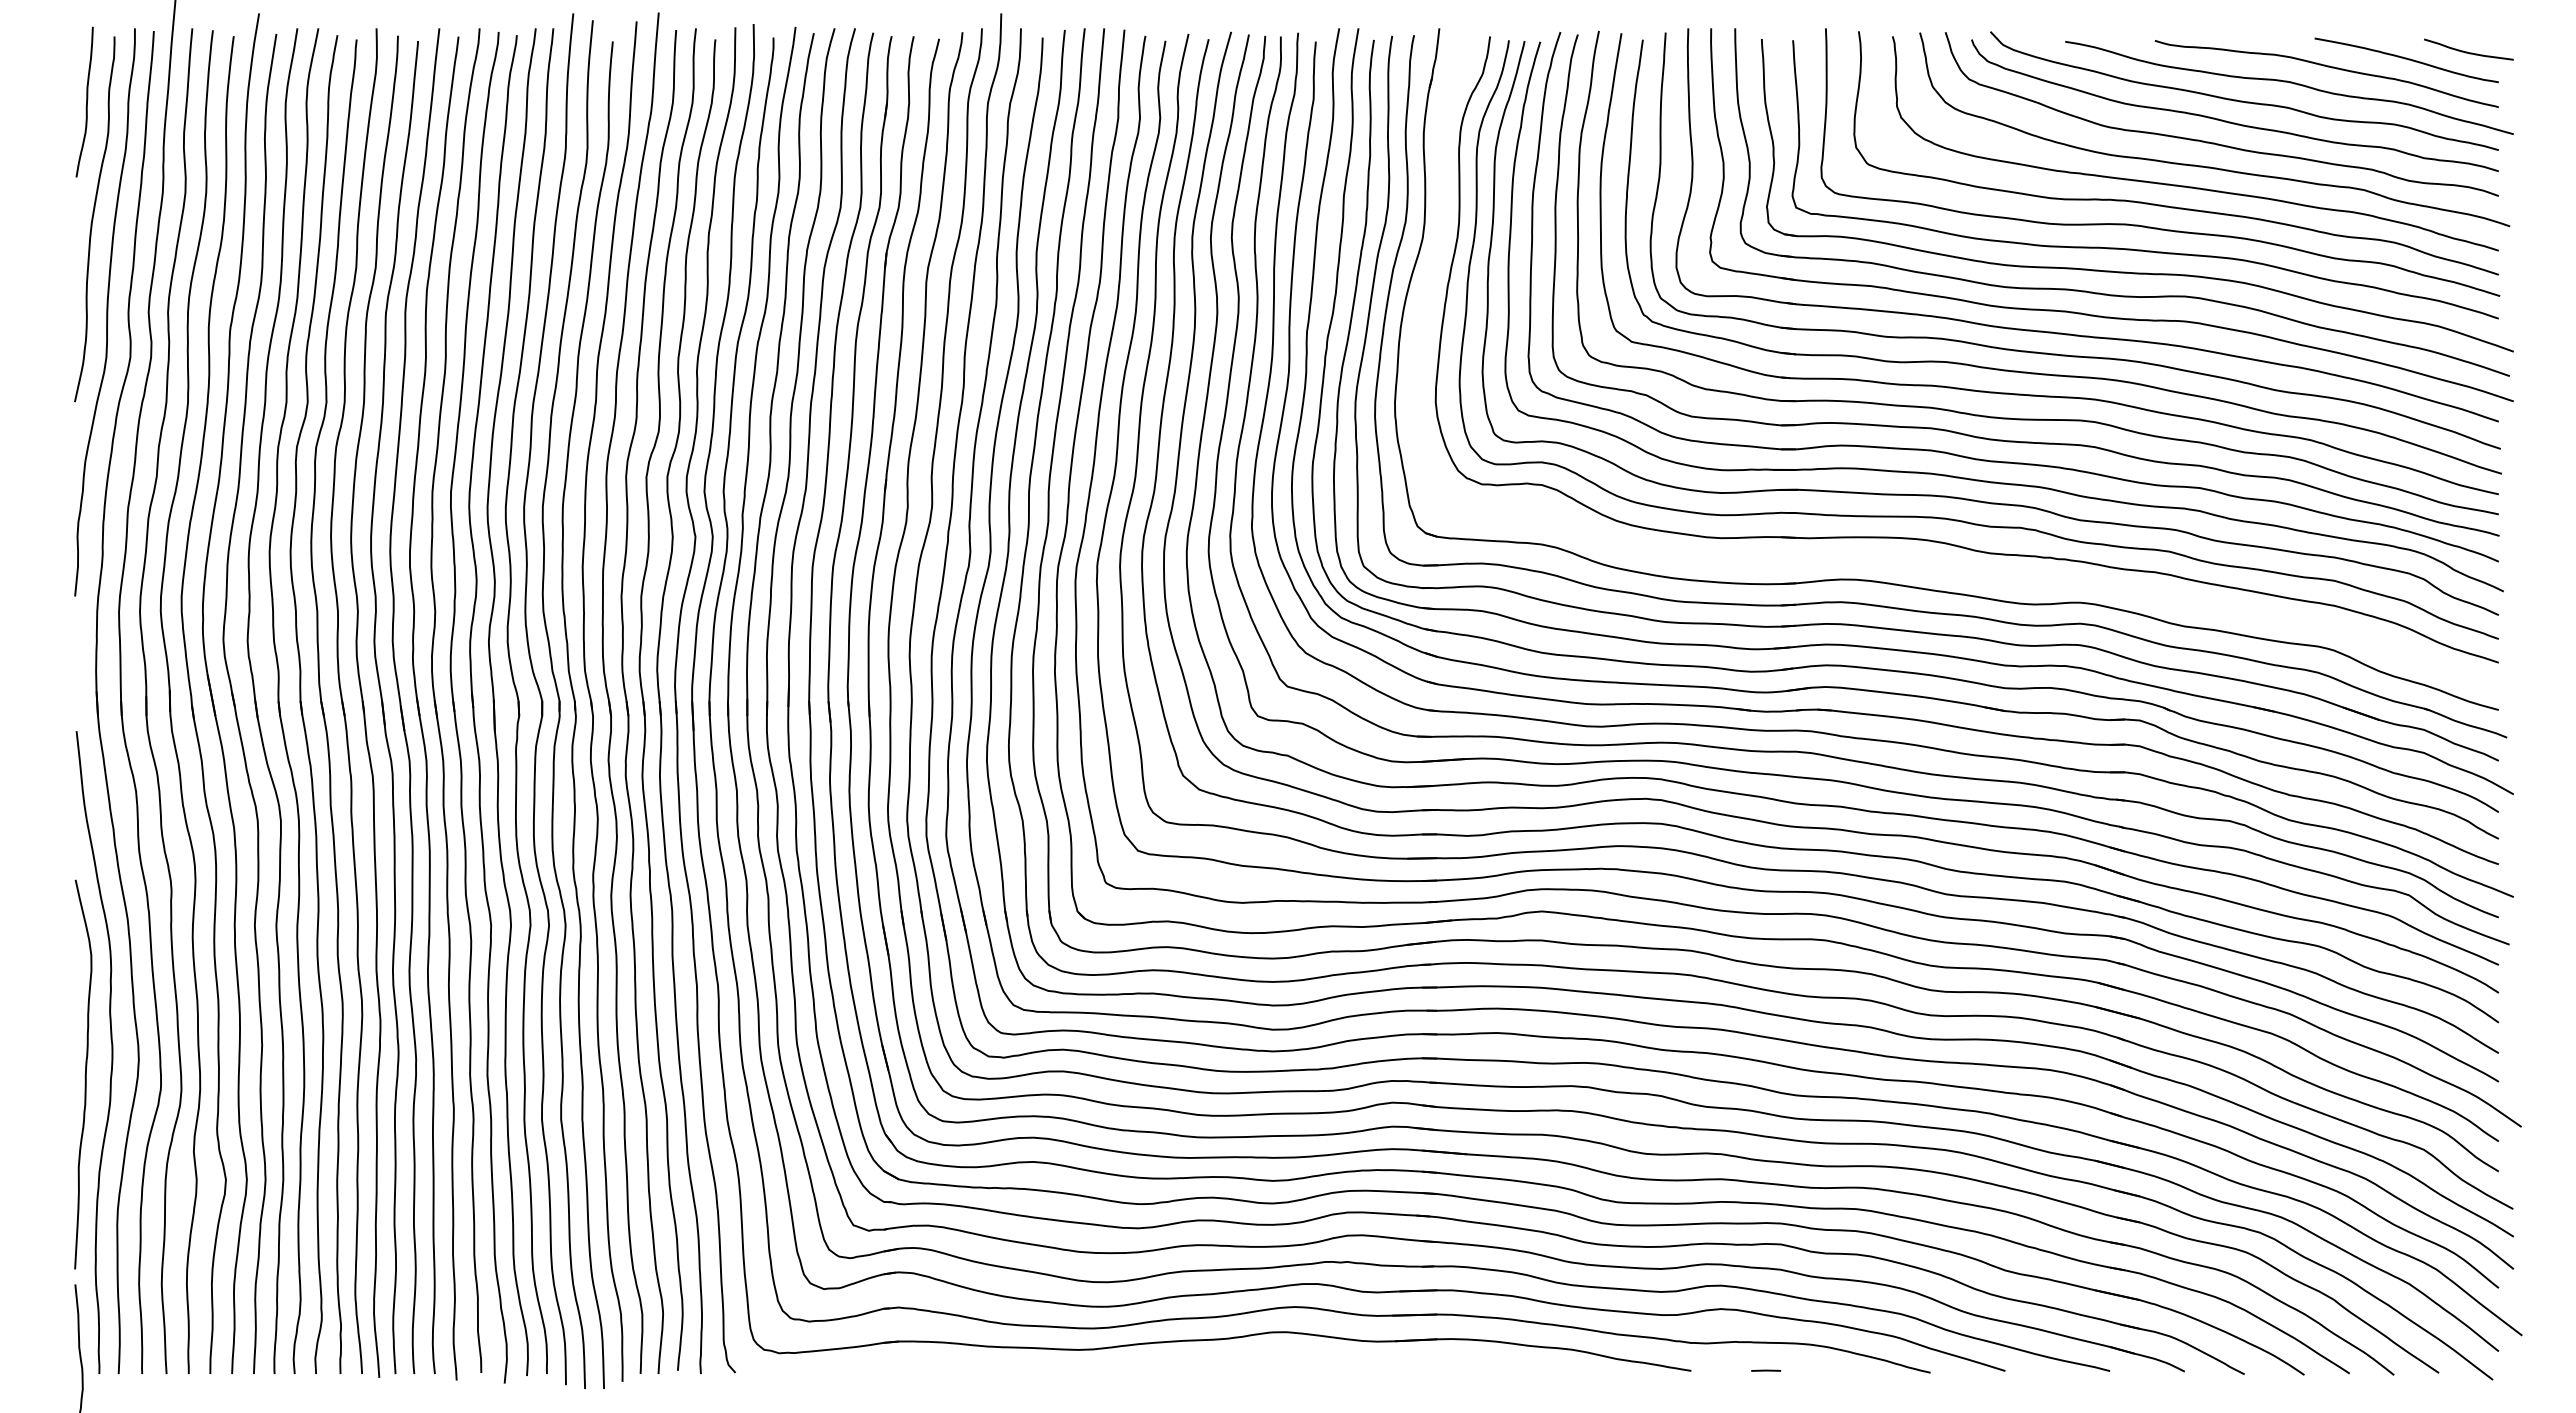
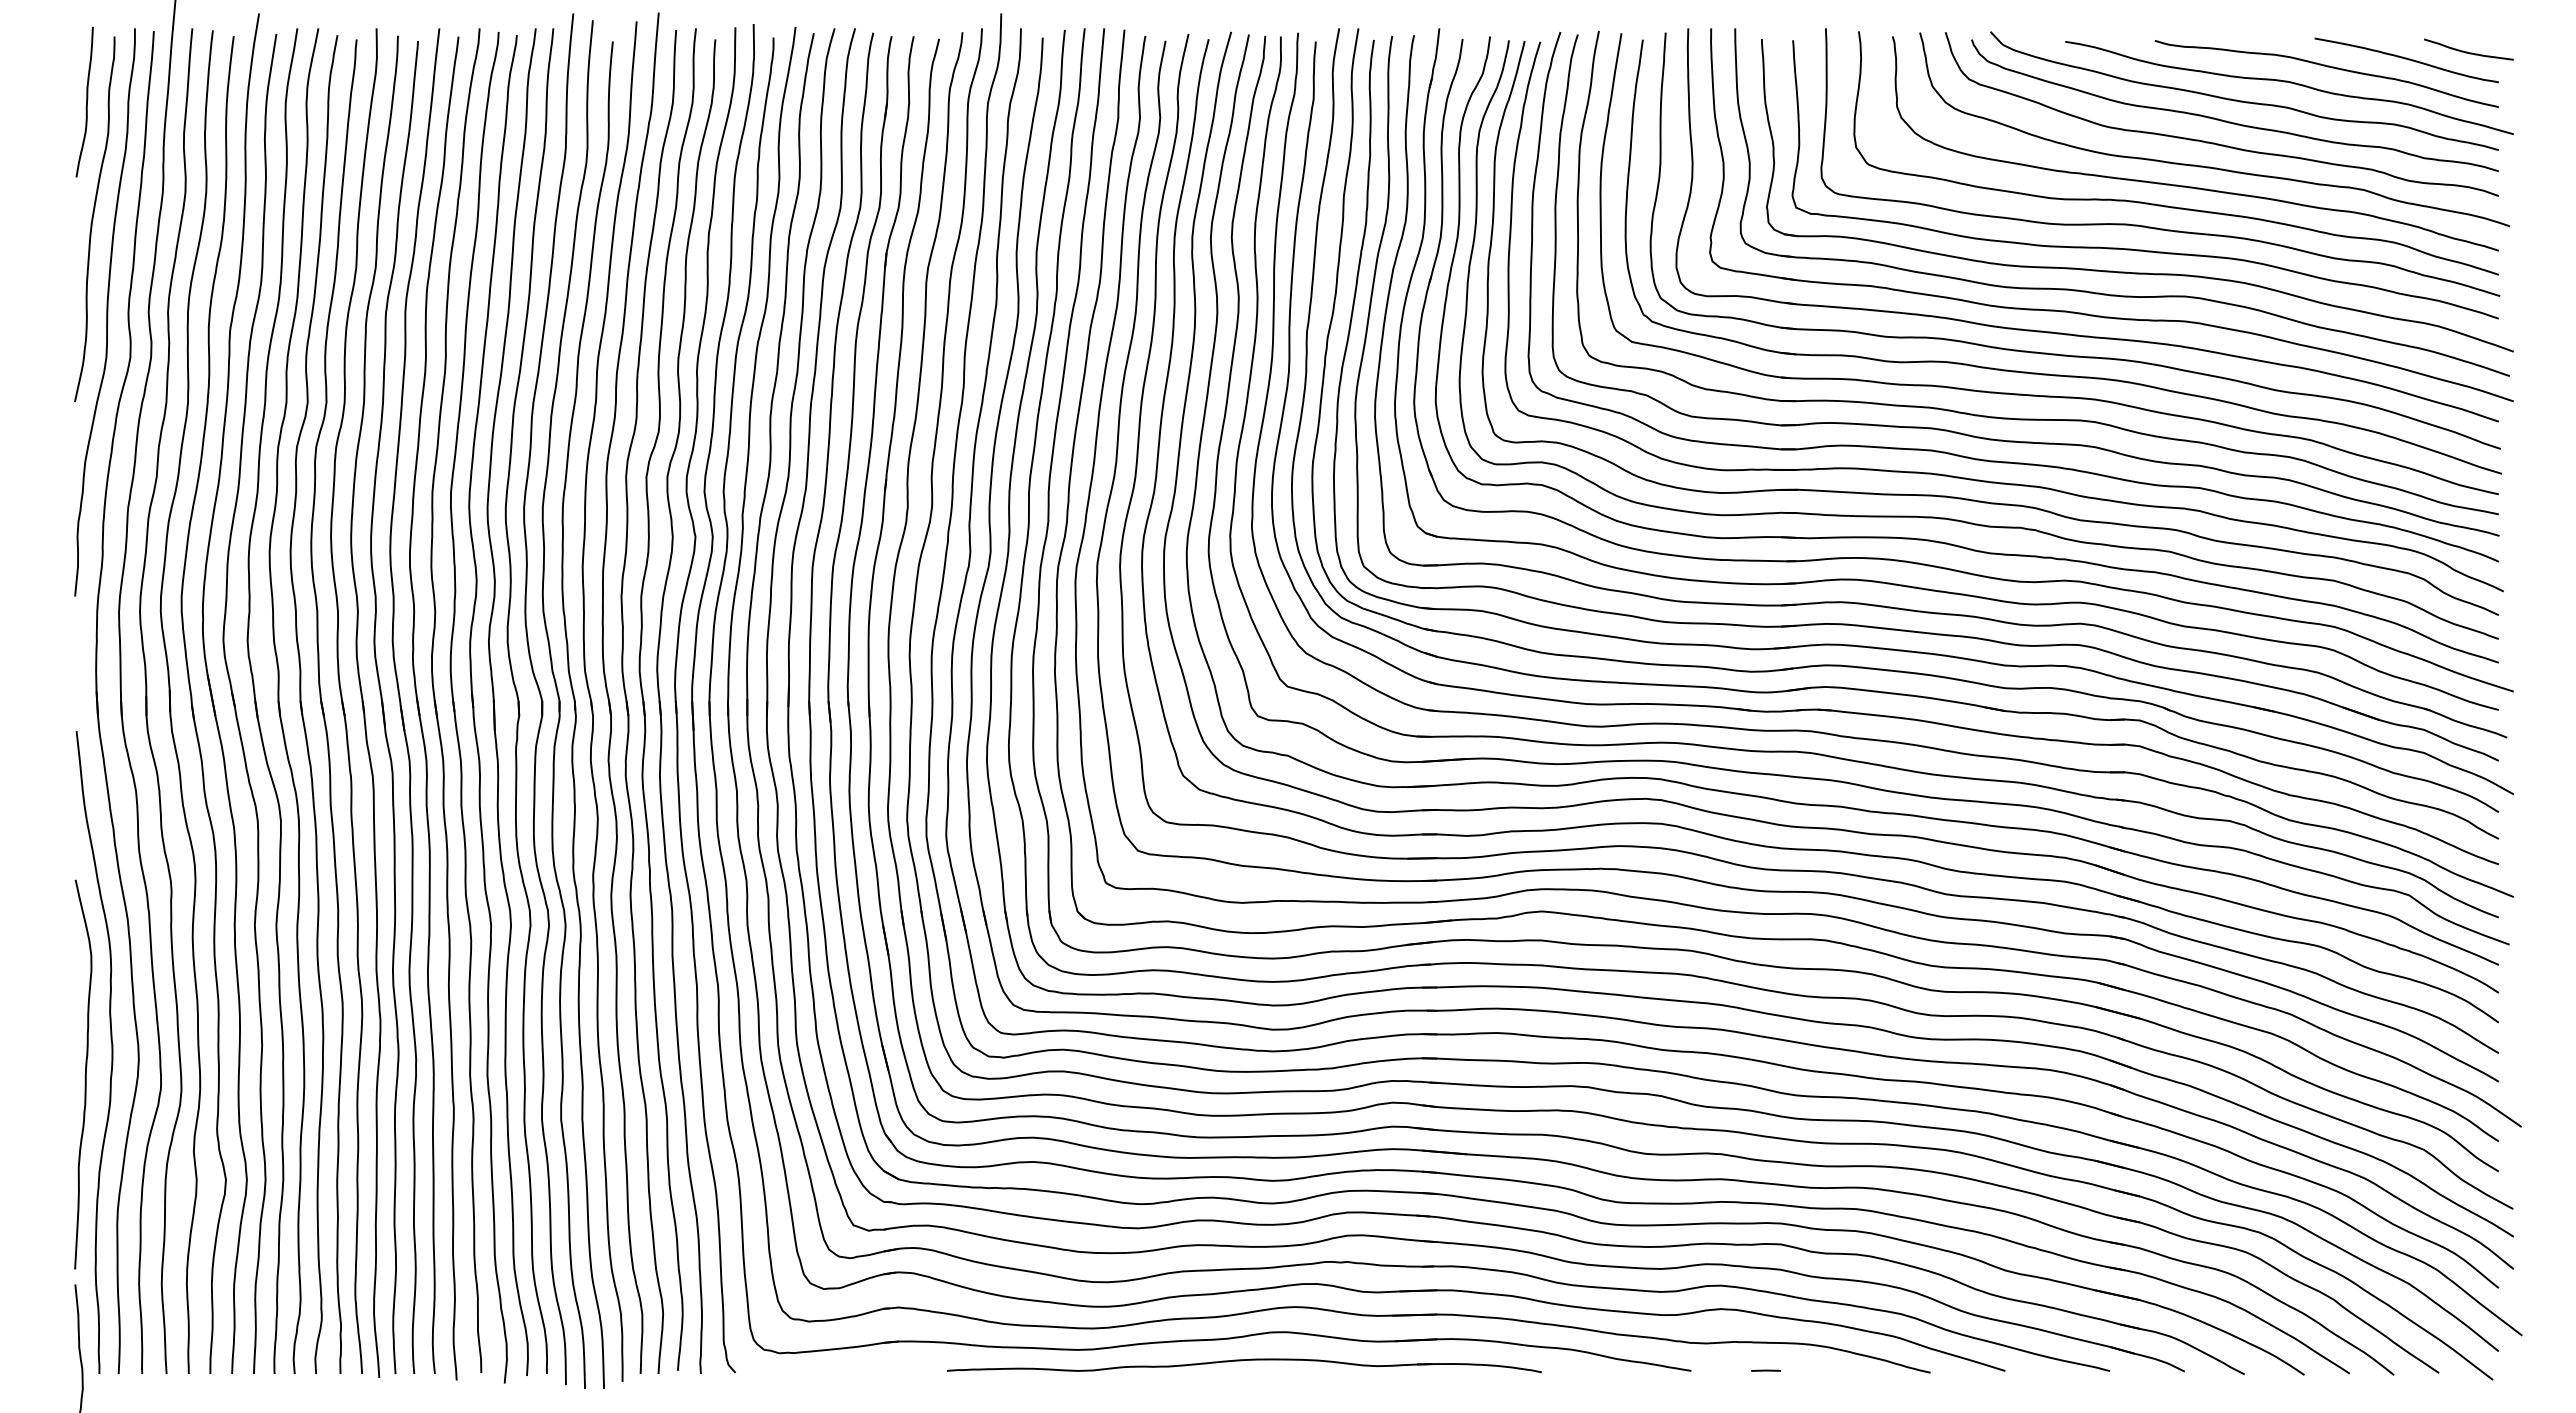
part at (1925, 563): none -> present
part at (1244, 1365): none -> present
